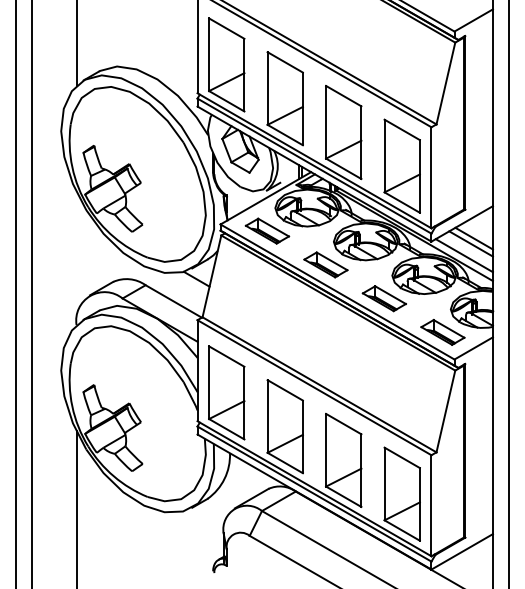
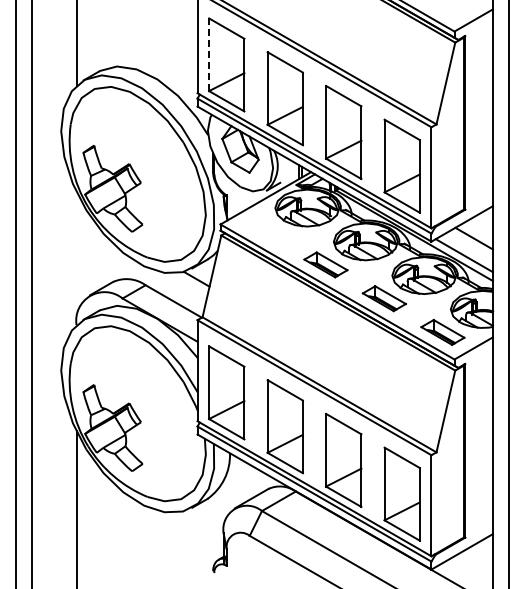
line at (209, 54): solid -> dashed
part at (267, 230): present -> none
line at (470, 243): present -> none
